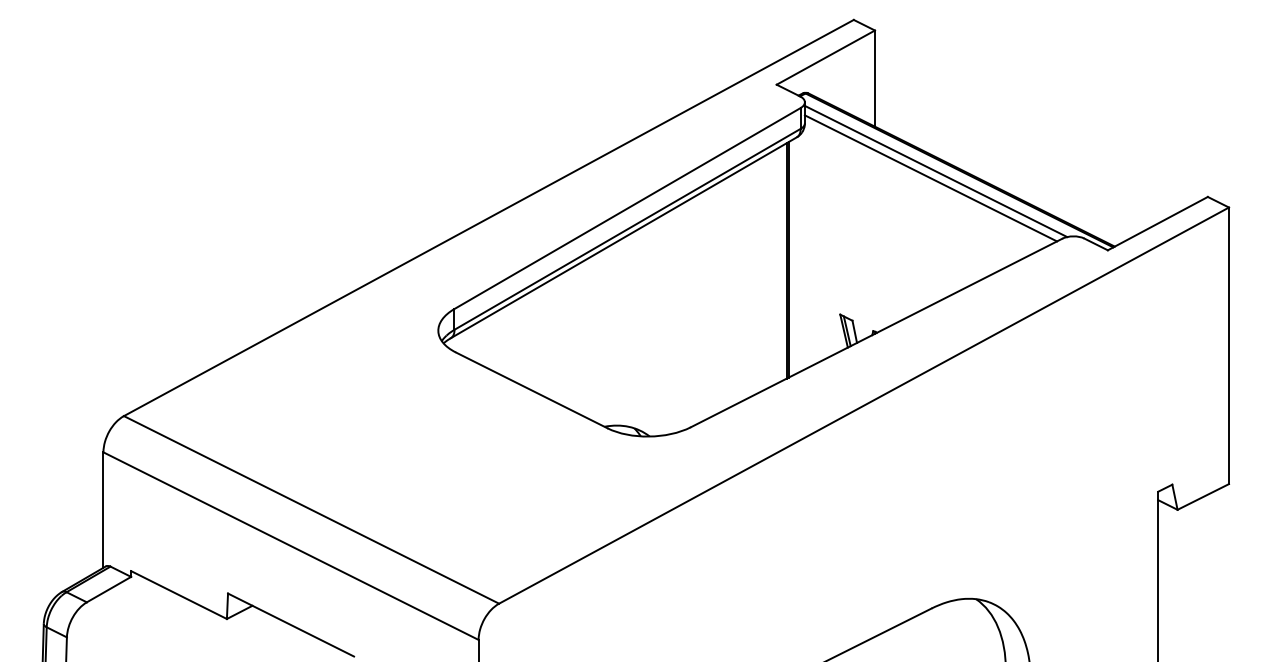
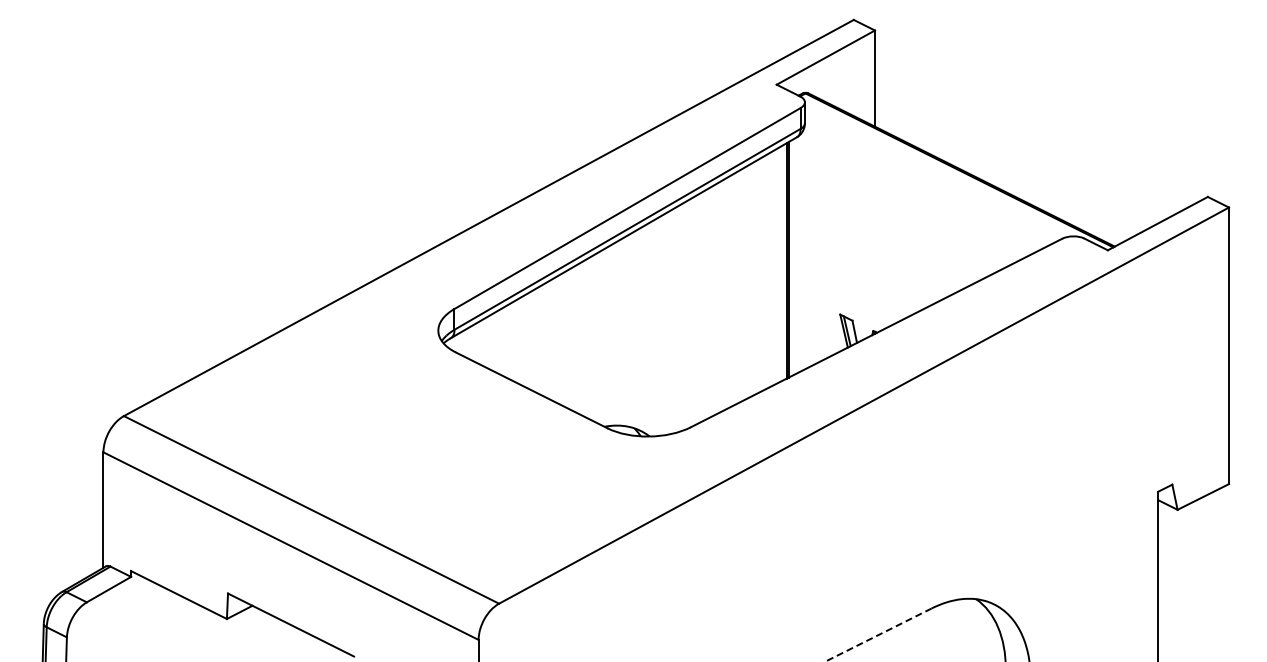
line at (935, 171): present -> none
line at (930, 178): present -> none
line at (878, 635): solid -> dashed
